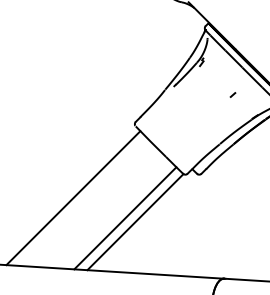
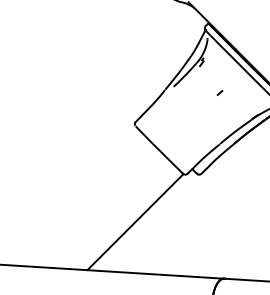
curve at (232, 94) position: (232, 94) -> (219, 92)
line at (73, 198): present -> none
line at (125, 218): present -> none
